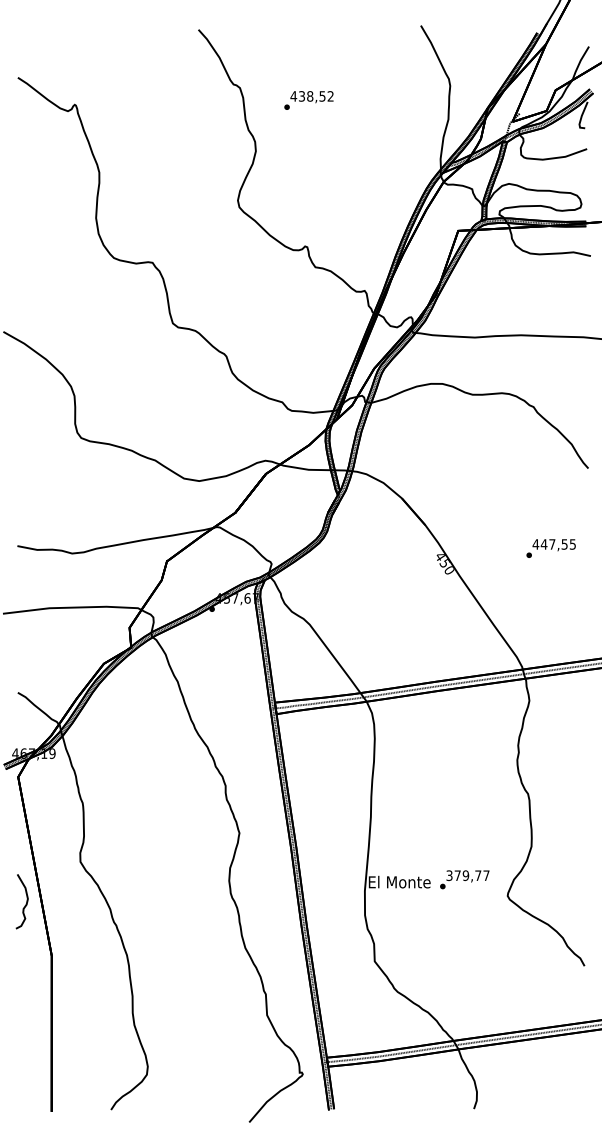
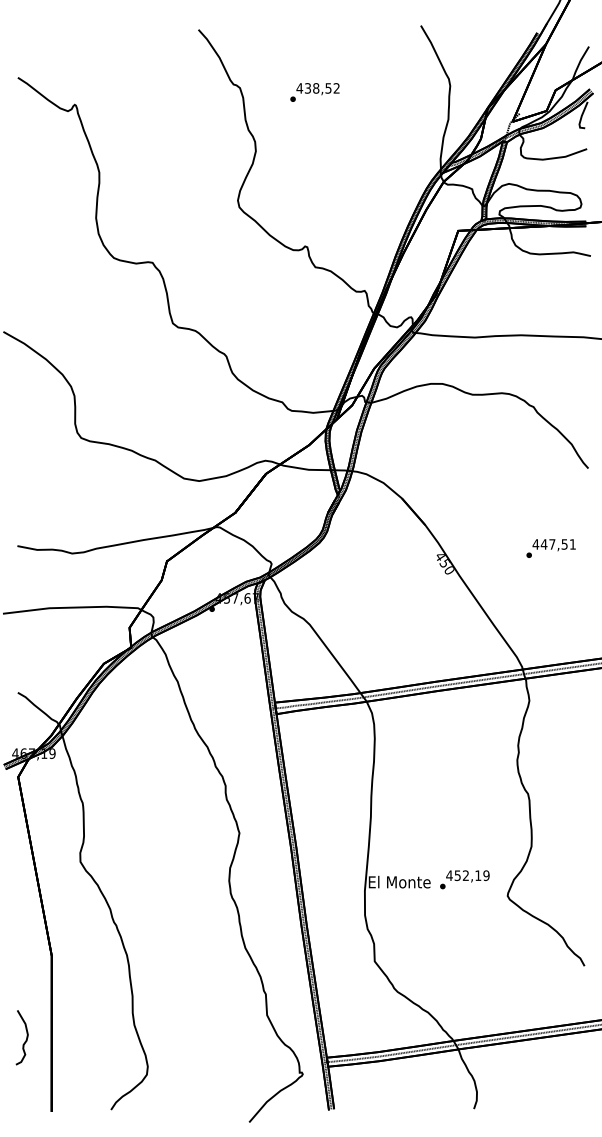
text at (308, 100) position: (308, 100) -> (314, 92)
text at (572, 544): 447,55 -> 447,51
text at (467, 875): 379,77 -> 452,19
curve at (26, 901) position: (26, 901) -> (26, 1037)
